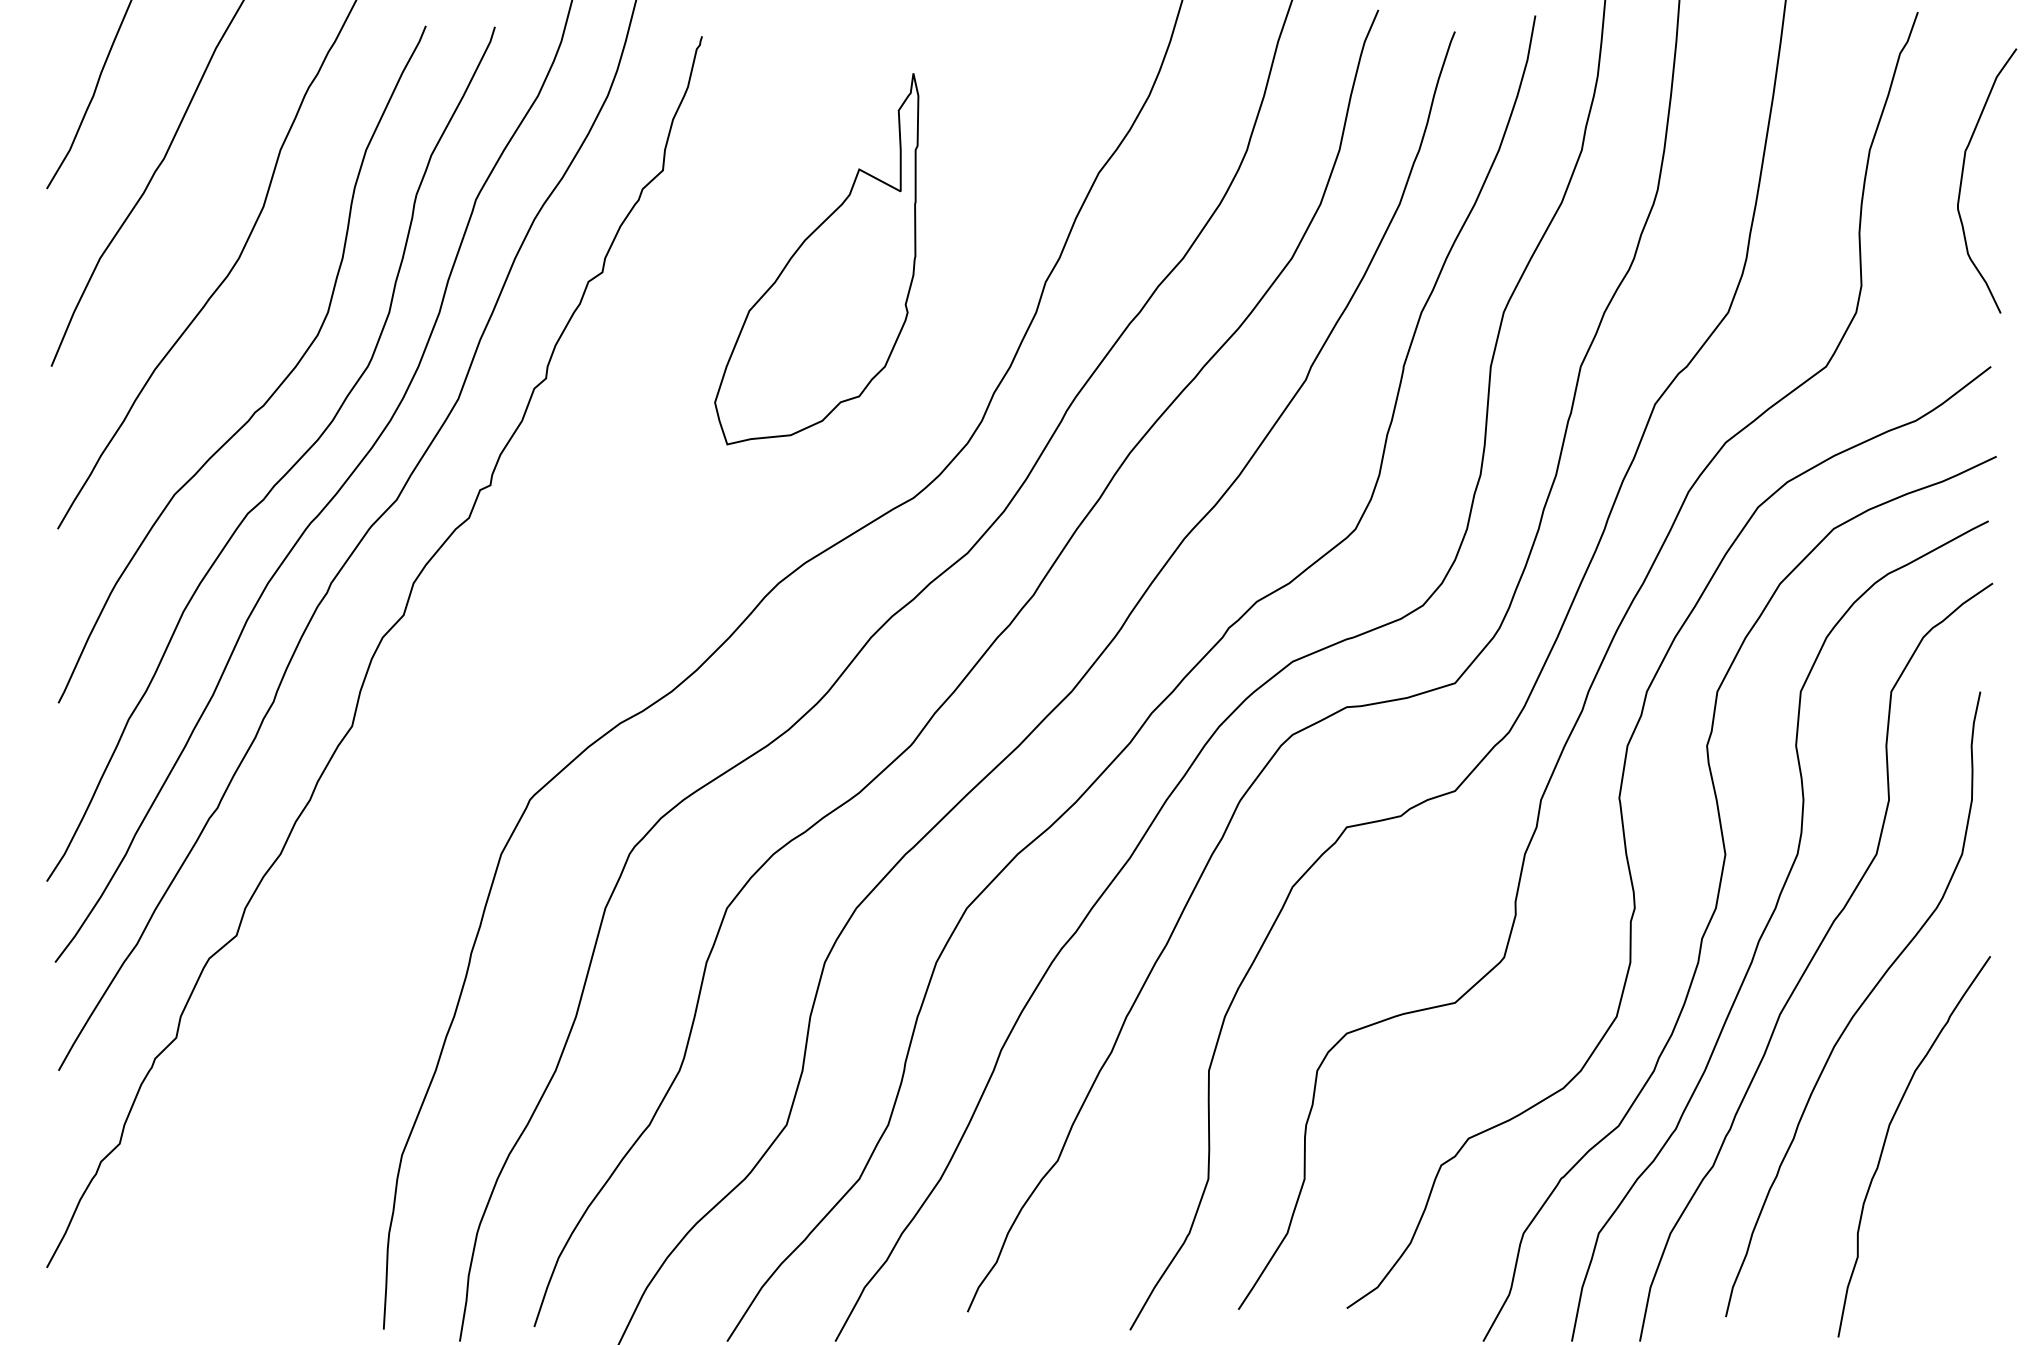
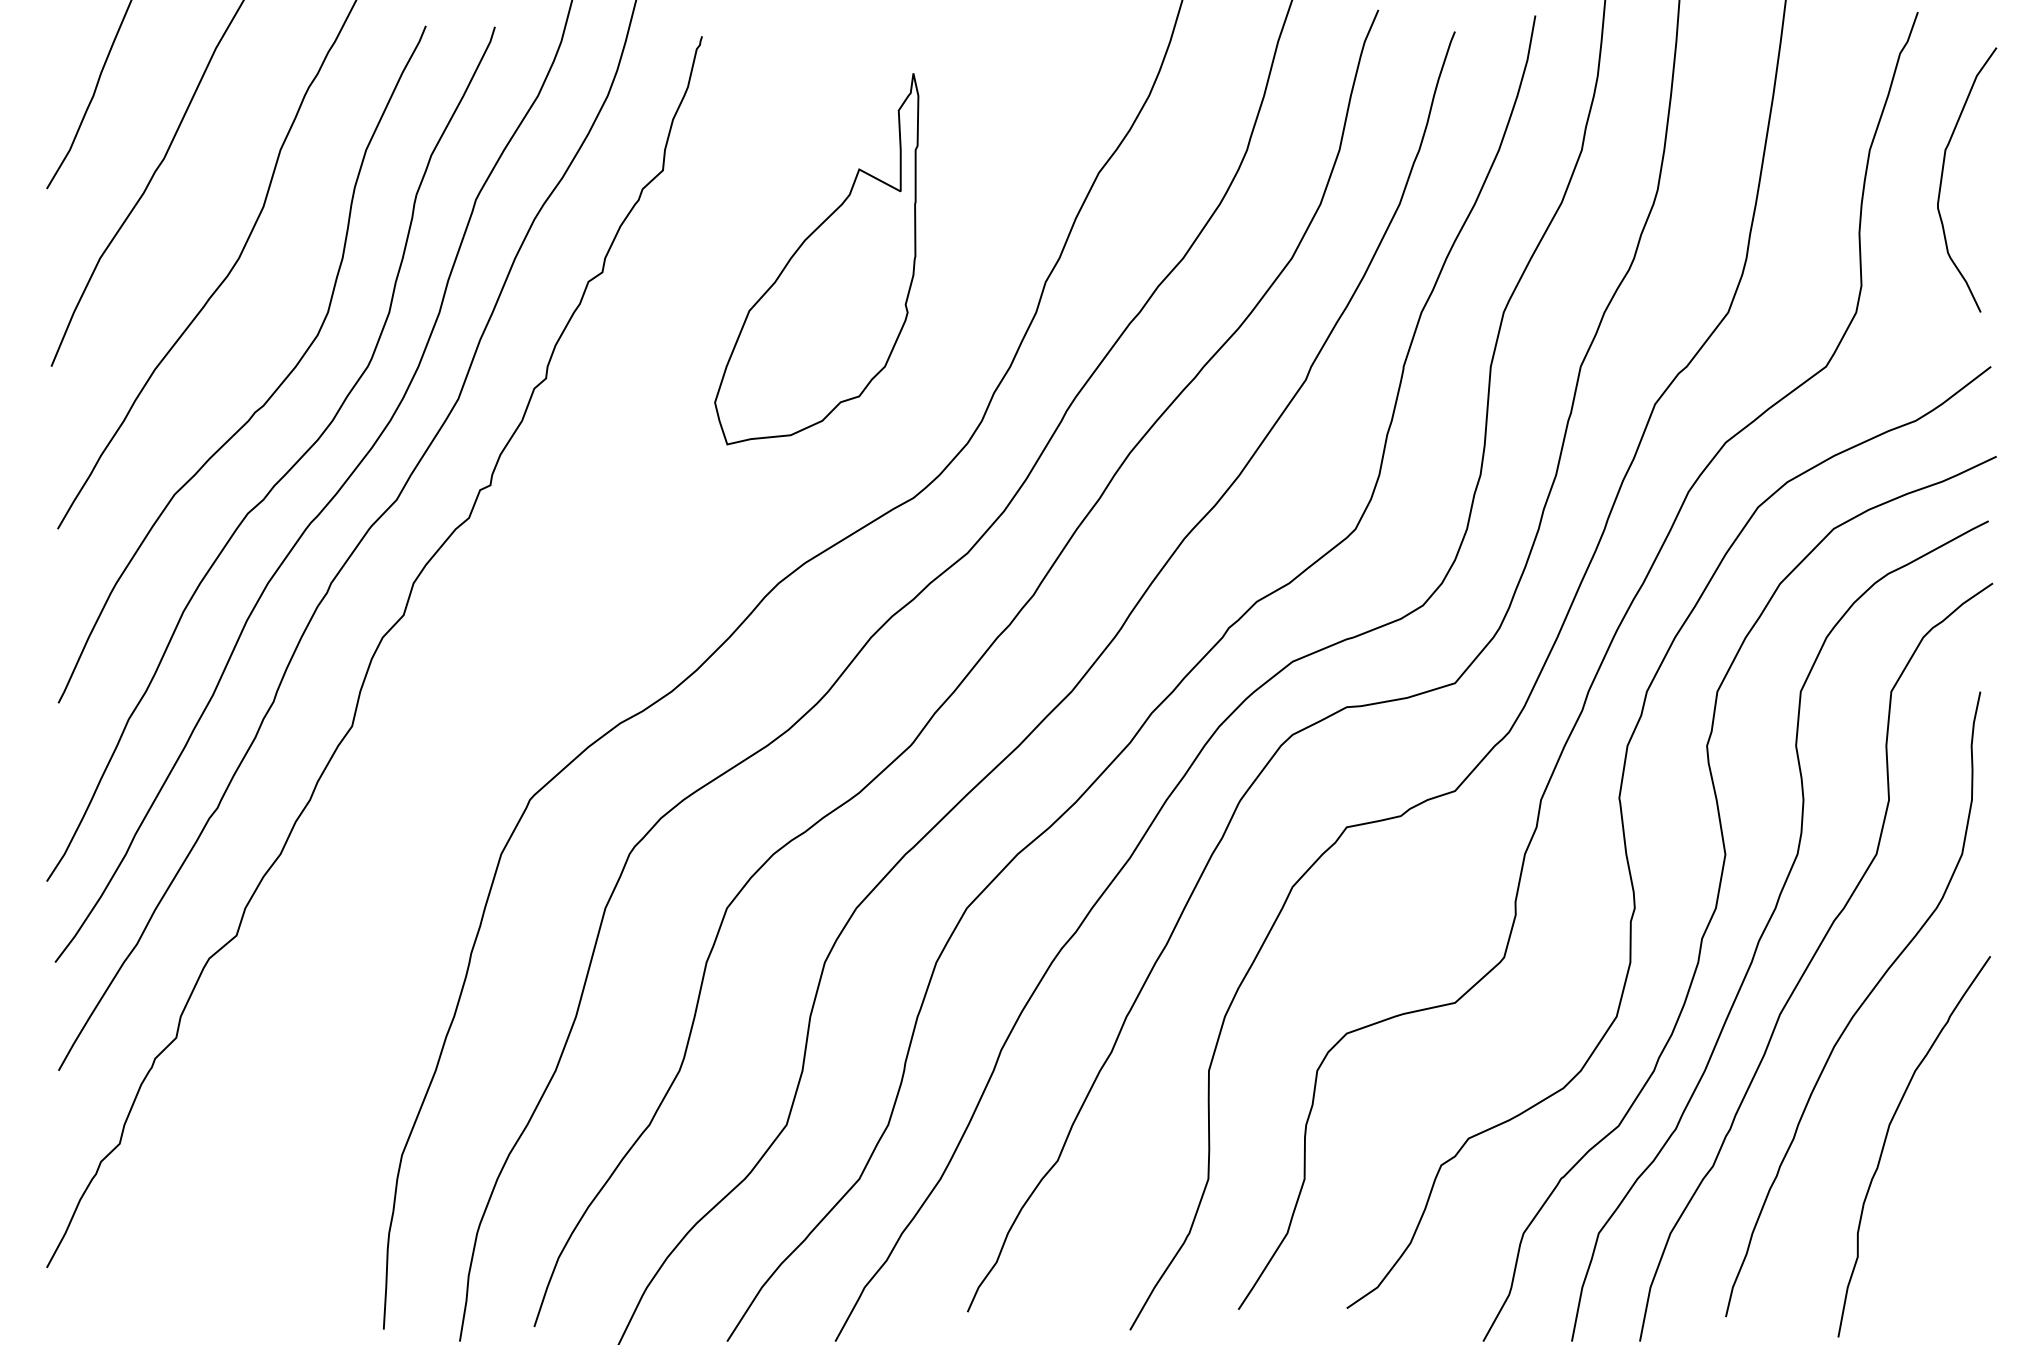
curve at (1963, 174) position: (1963, 174) -> (1943, 173)
